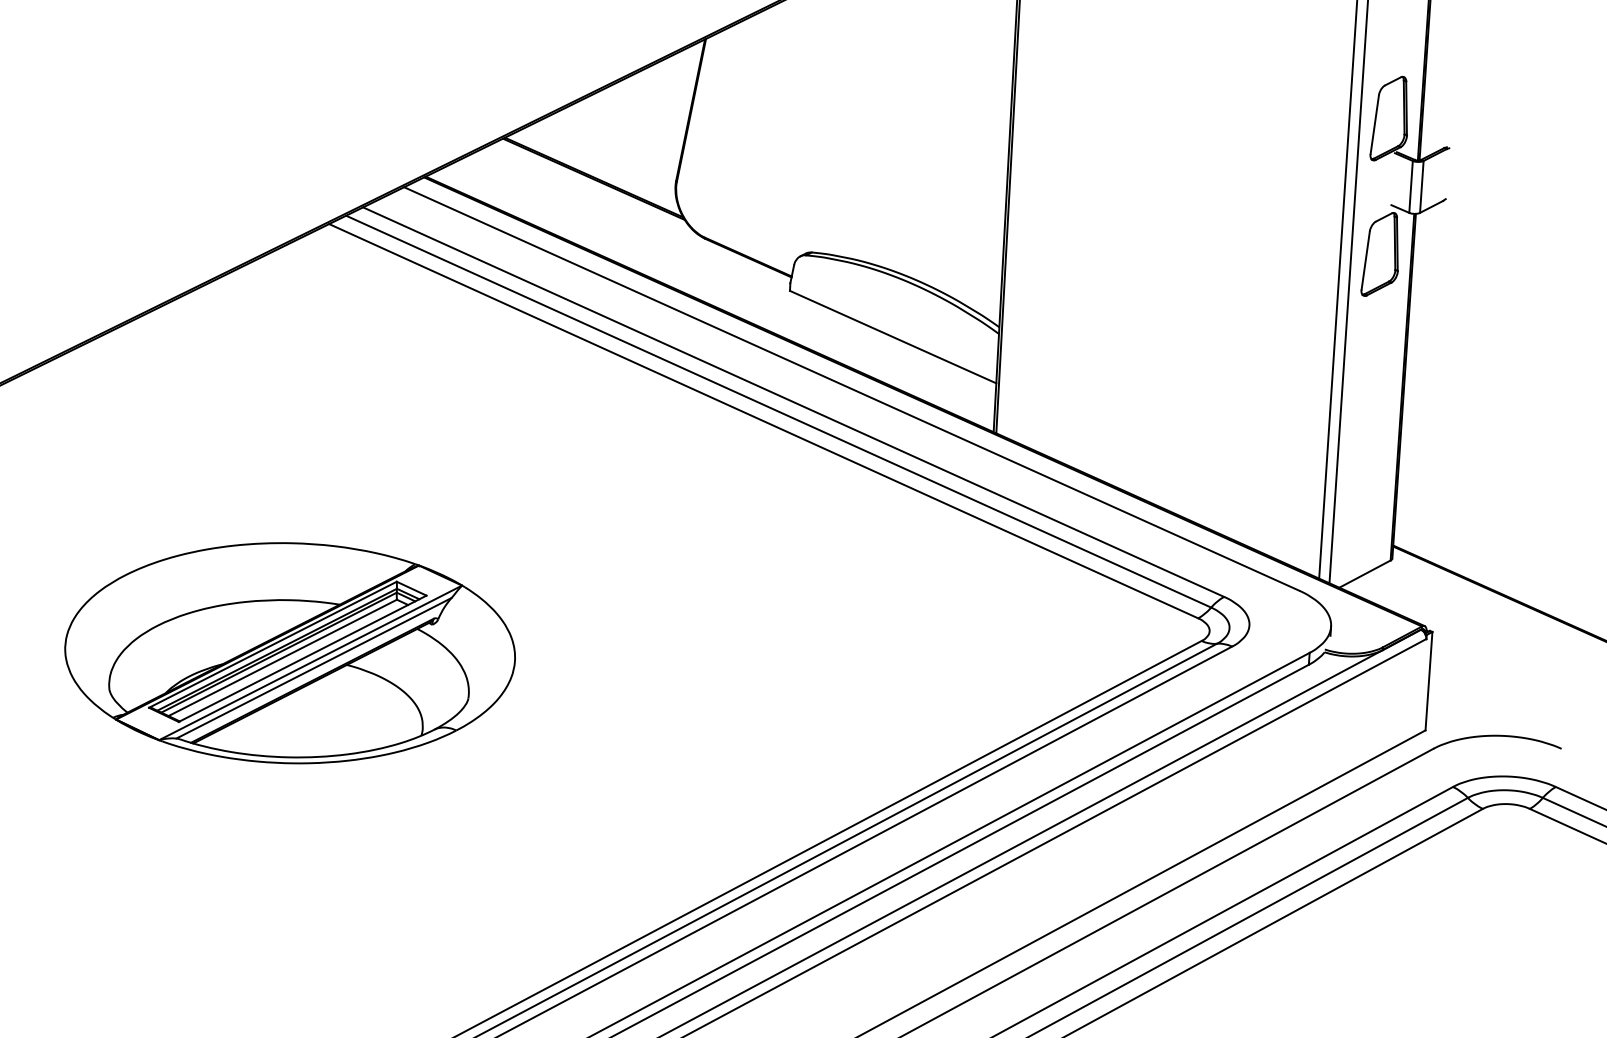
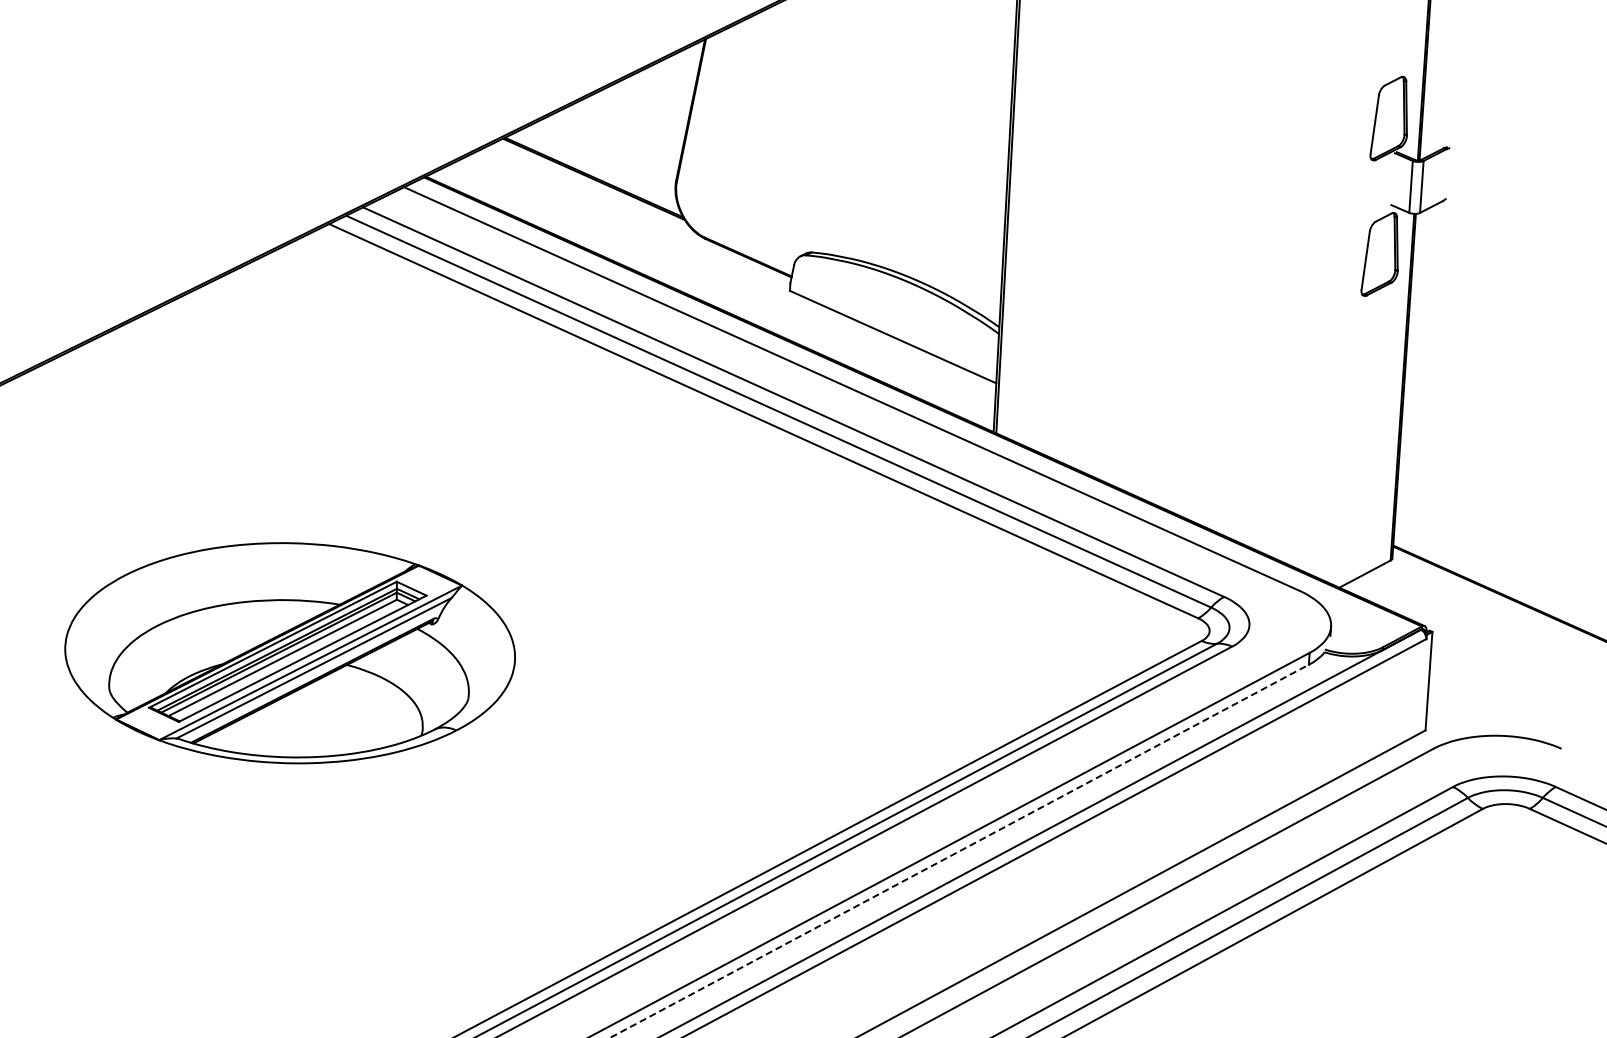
line at (1338, 290): present -> none
line at (1348, 292): present -> none
line at (959, 851): solid -> dashed
